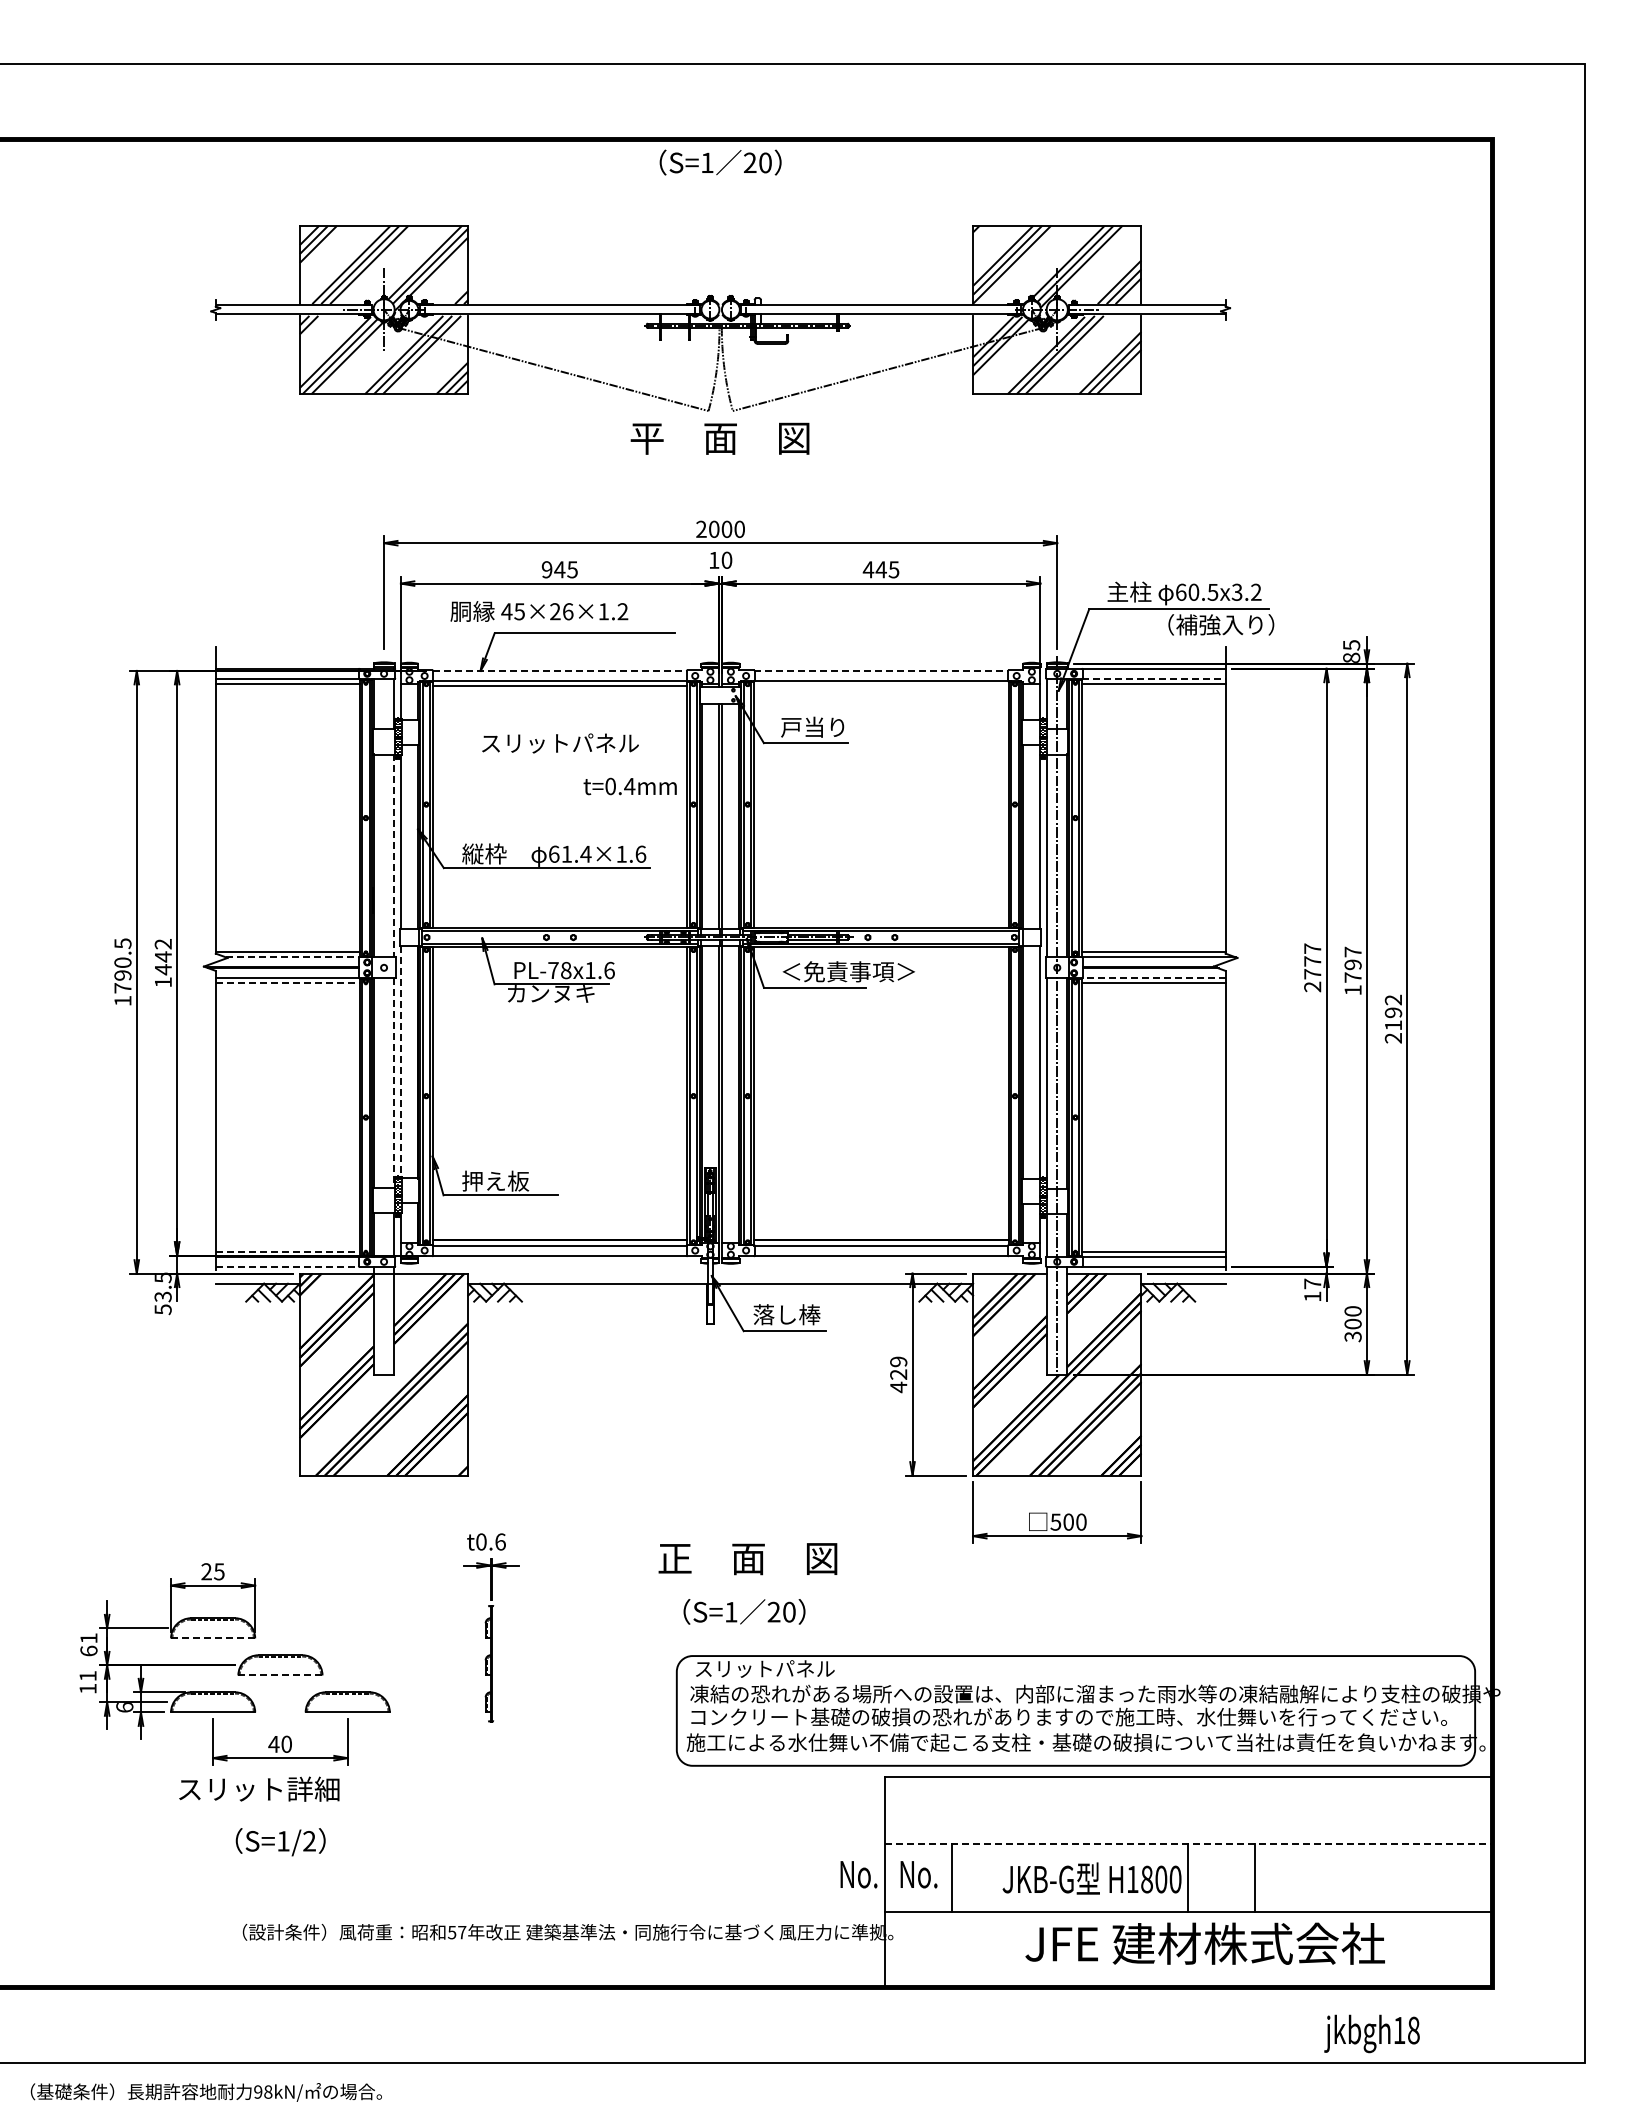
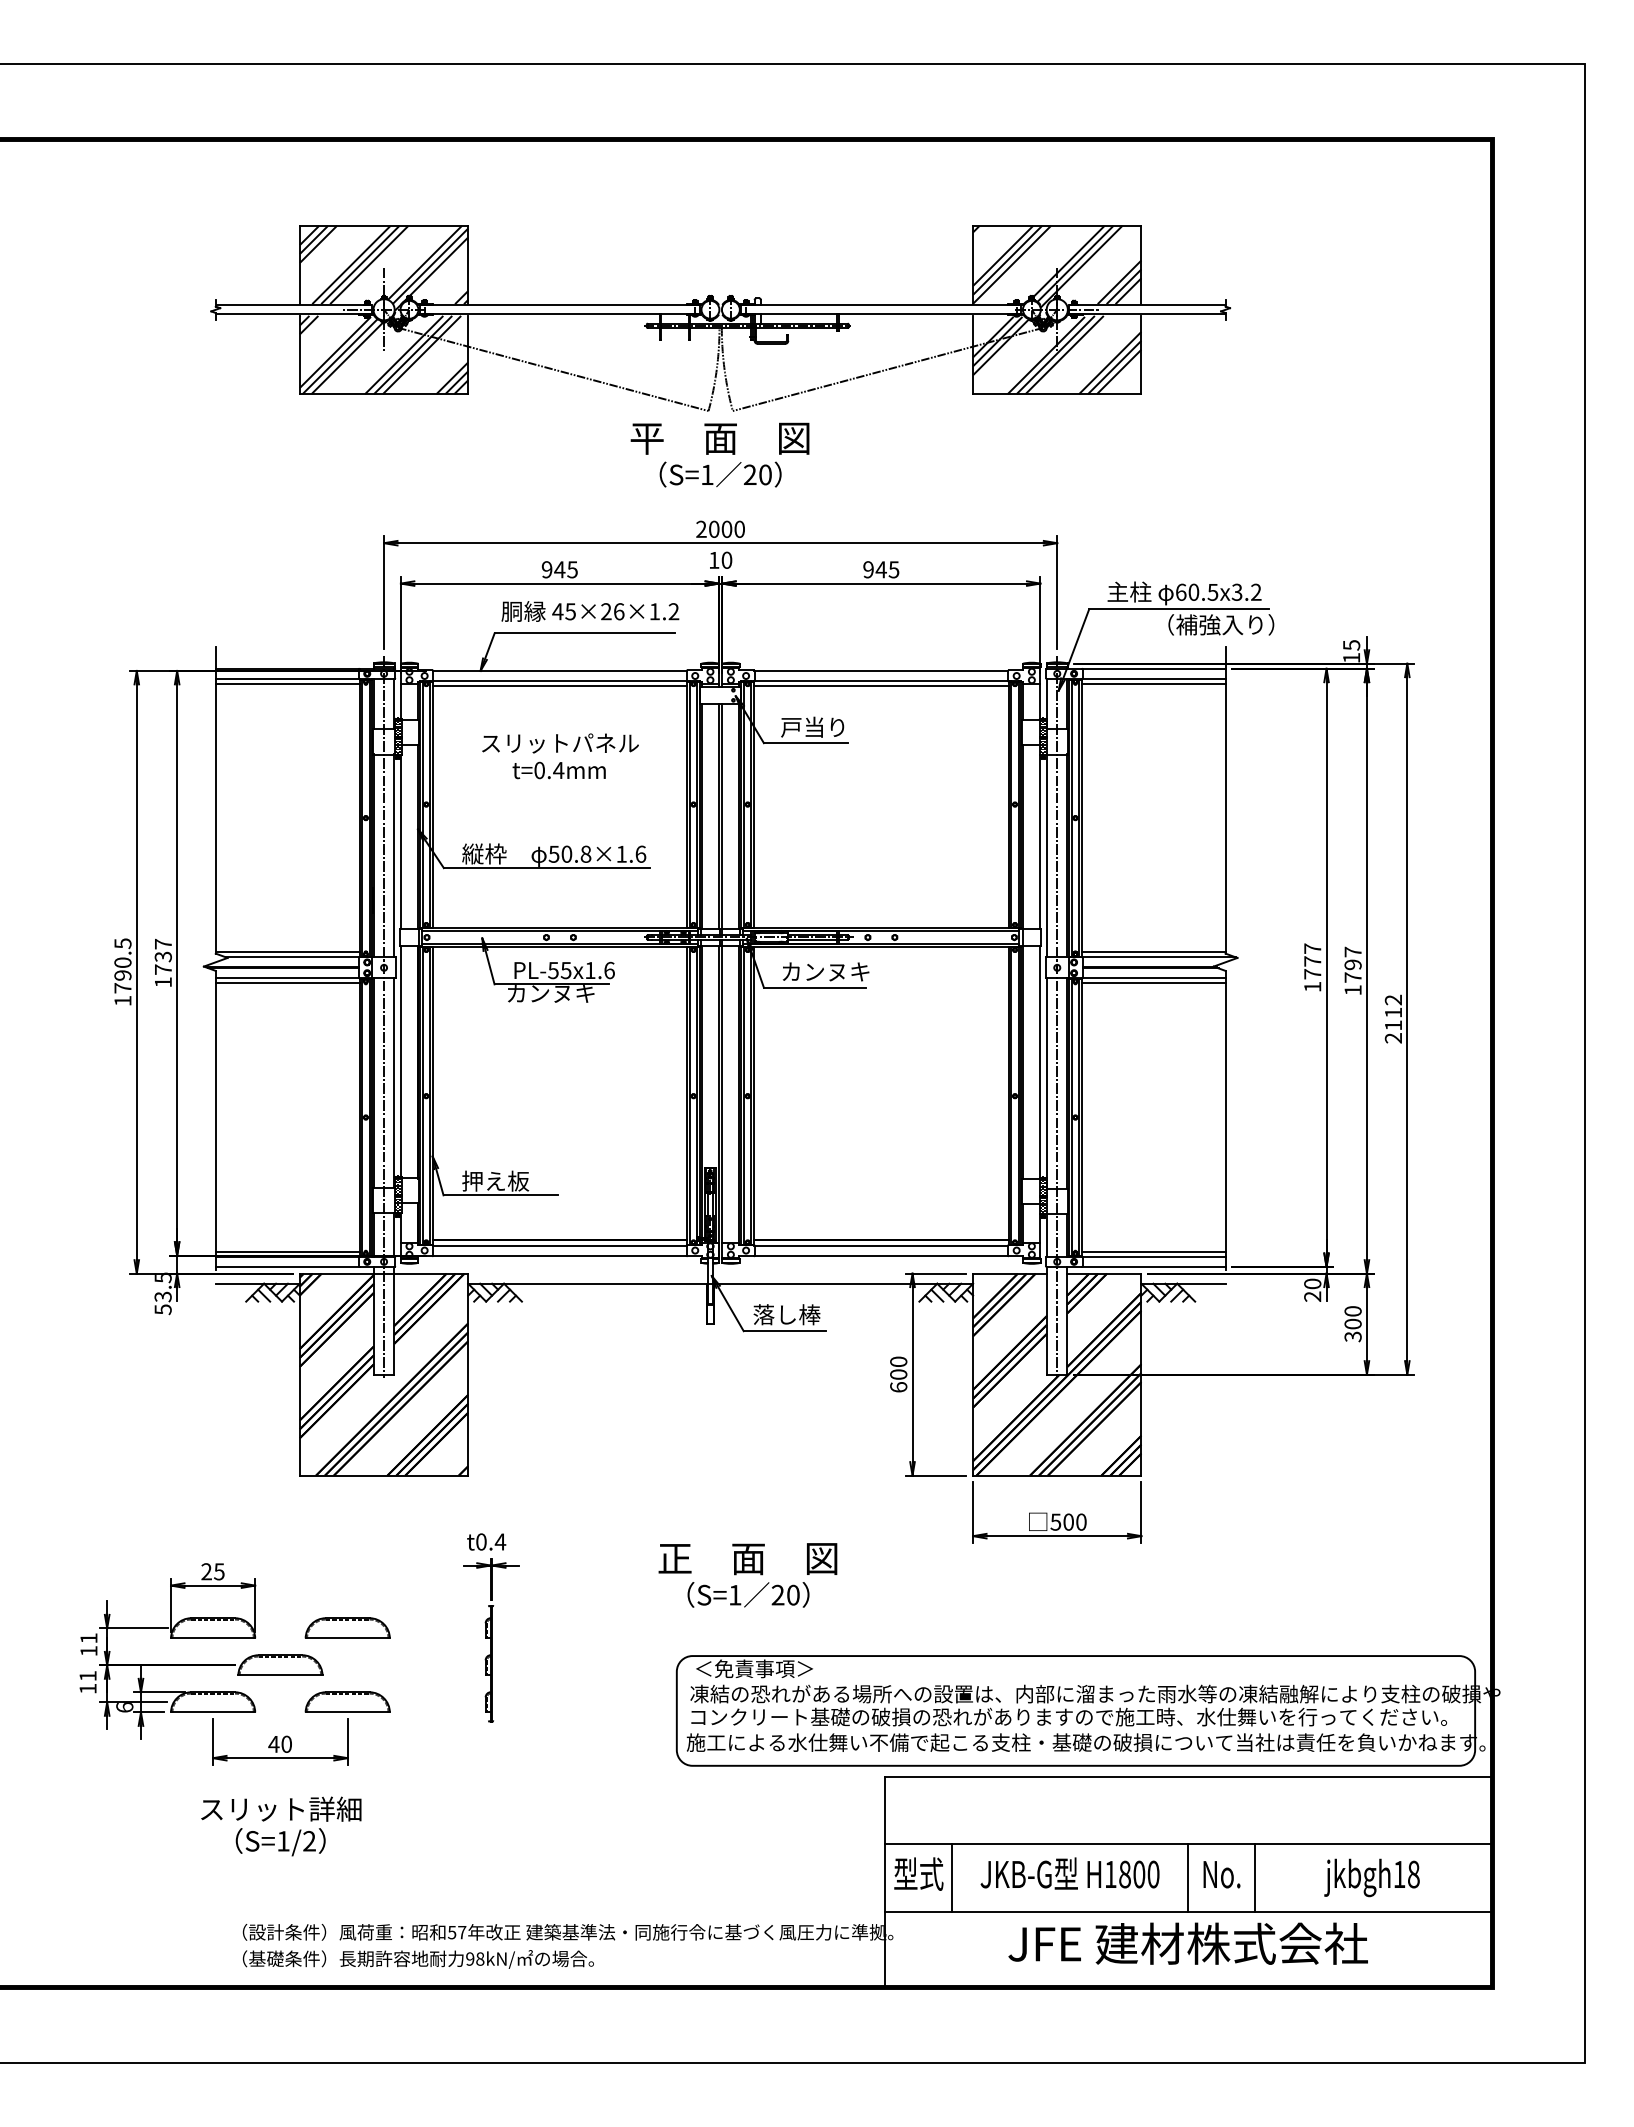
text at (720, 162) position: (720, 162) -> (720, 474)
text at (868, 569): 445 -> 945
text at (539, 611) position: (539, 611) -> (590, 611)
text at (1351, 657): 85 -> 15
line at (559, 670): dashed -> solid
line at (881, 670): dashed -> solid
line at (1153, 678): dashed -> solid
line at (881, 686): none -> present
text at (629, 786) position: (629, 786) -> (558, 770)
text at (569, 853): 61.4×1.6 -> 50.8×1.6
line at (394, 856): dashed -> solid
text at (162, 956): 1442 -> 1737
line at (292, 957): dashed -> solid
text at (559, 970): PL-78x1.6 -> PL-55x1.6
text at (848, 971): ＜免責事項＞ -> カンヌキ
line at (1153, 978): dashed -> solid
line at (287, 983): dashed -> solid
text at (1312, 986): 2777 -> 1777
text at (1393, 1012): 2192 -> 2112
line at (384, 1016): none -> present
line at (400, 1061): dashed -> solid
line at (394, 1082): dashed -> solid
line at (287, 1251): dashed -> solid
line at (287, 1266): dashed -> solid
text at (1312, 1289): 17 -> 20
text at (898, 1374): 429 -> 600
text at (500, 1541): t0.6 -> t0.4
text at (744, 1611) position: (744, 1611) -> (748, 1594)
part at (347, 1627): none -> present
line at (213, 1638): dashed -> solid
text at (88, 1650): 61 -> 11
text at (765, 1668): スリットパネル -> ＜免責事項＞
line at (280, 1675): dashed -> solid
text at (259, 1788) position: (259, 1788) -> (281, 1808)
line at (1188, 1844): dashed -> solid
text at (918, 1873): No. -> 型式
text at (858, 1874) position: (858, 1874) -> (1221, 1874)
text at (1091, 1878) position: (1091, 1878) -> (1069, 1873)
text at (1204, 1943) position: (1204, 1943) -> (1187, 1943)
text at (1371, 2033) position: (1371, 2033) -> (1371, 1877)
text at (205, 2092) position: (205, 2092) -> (417, 1959)
